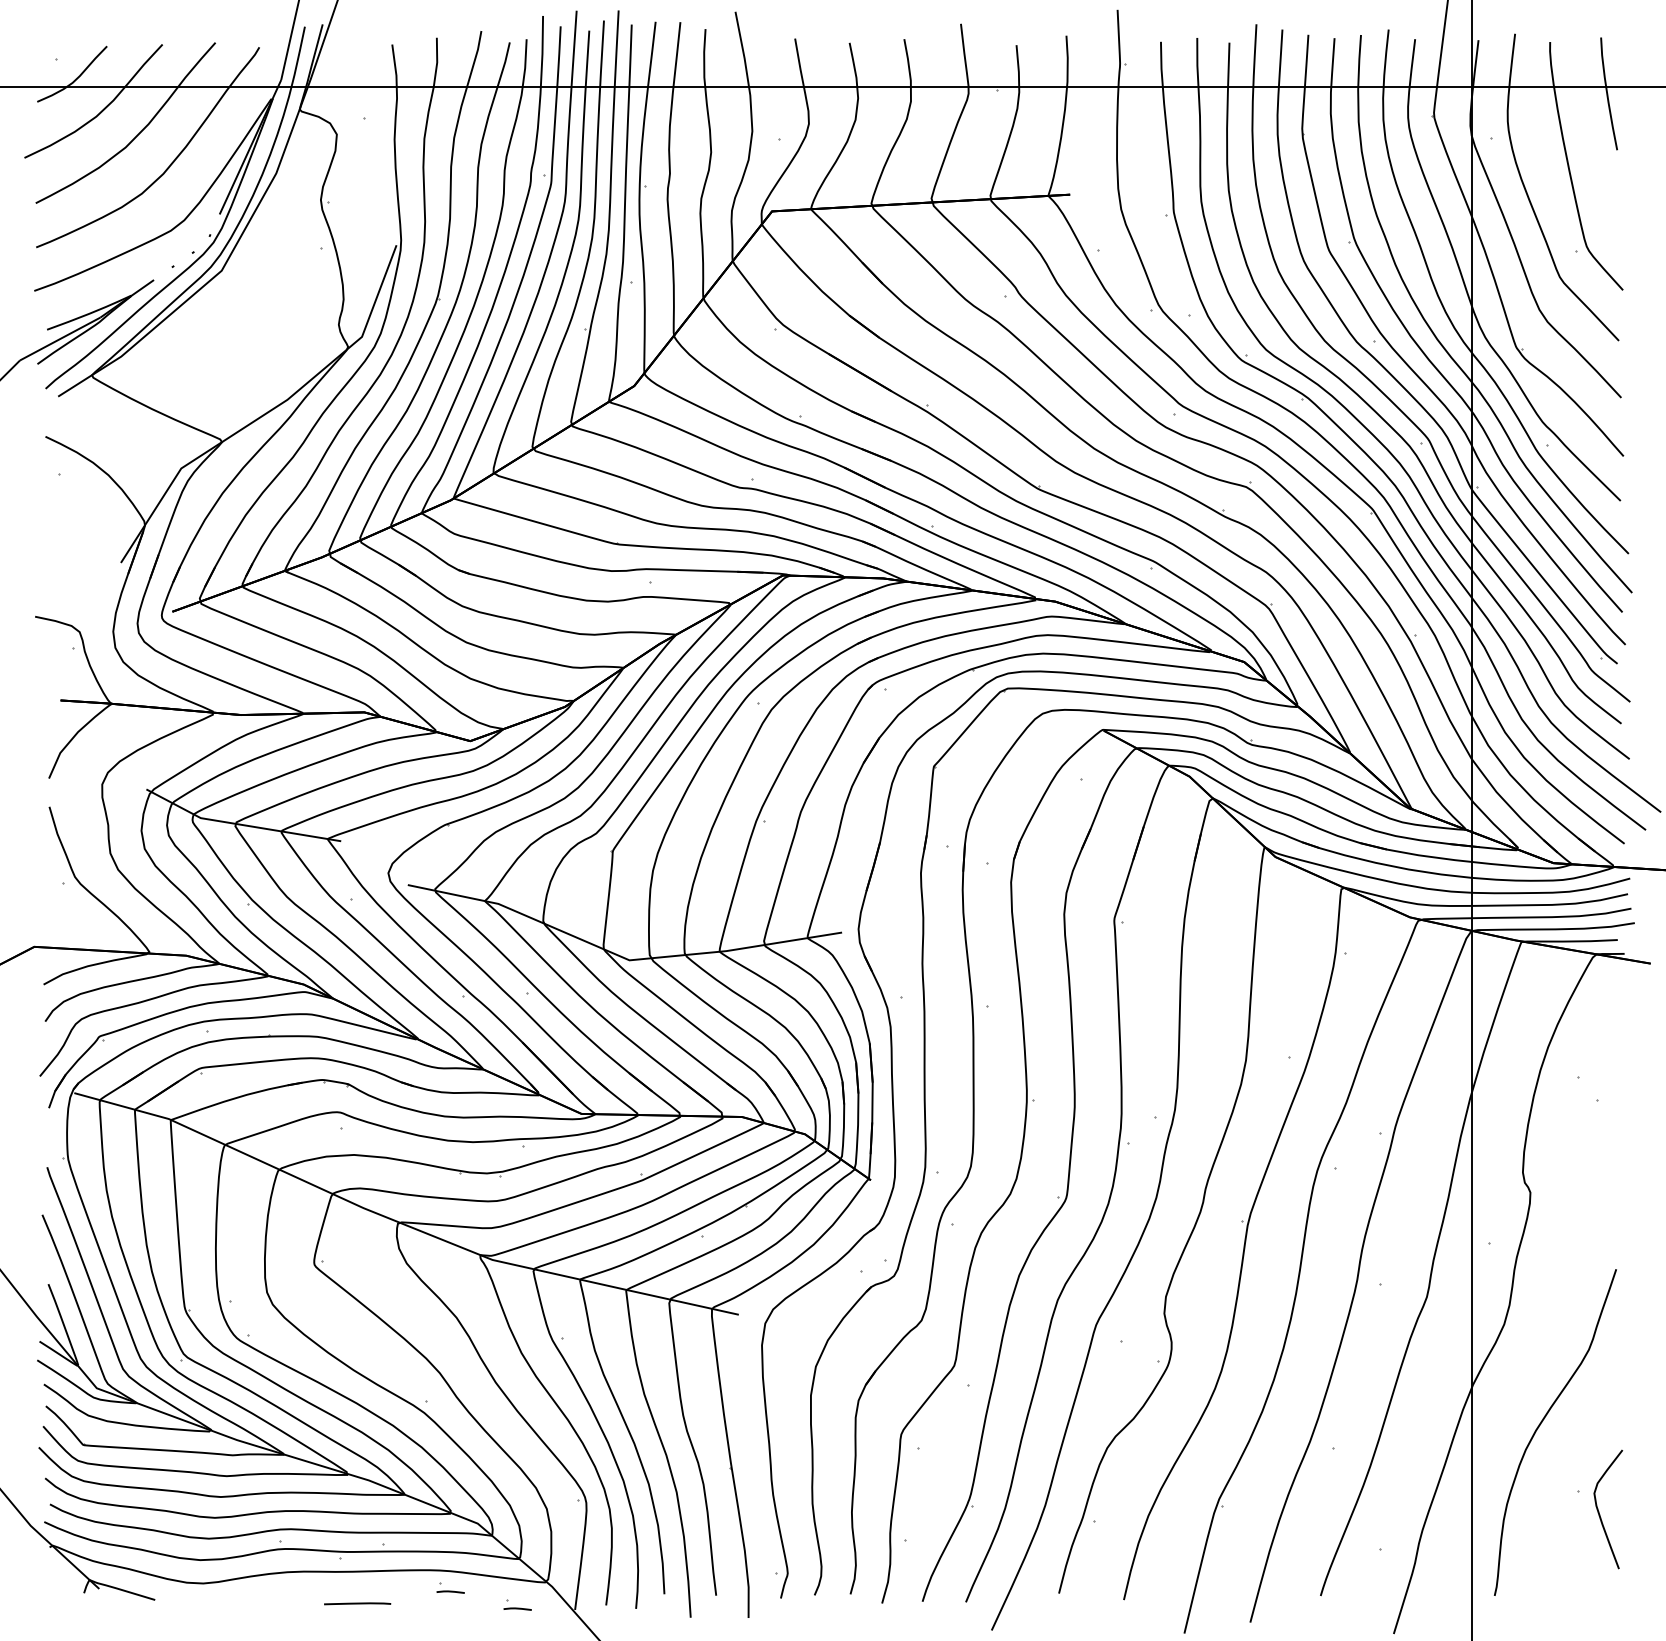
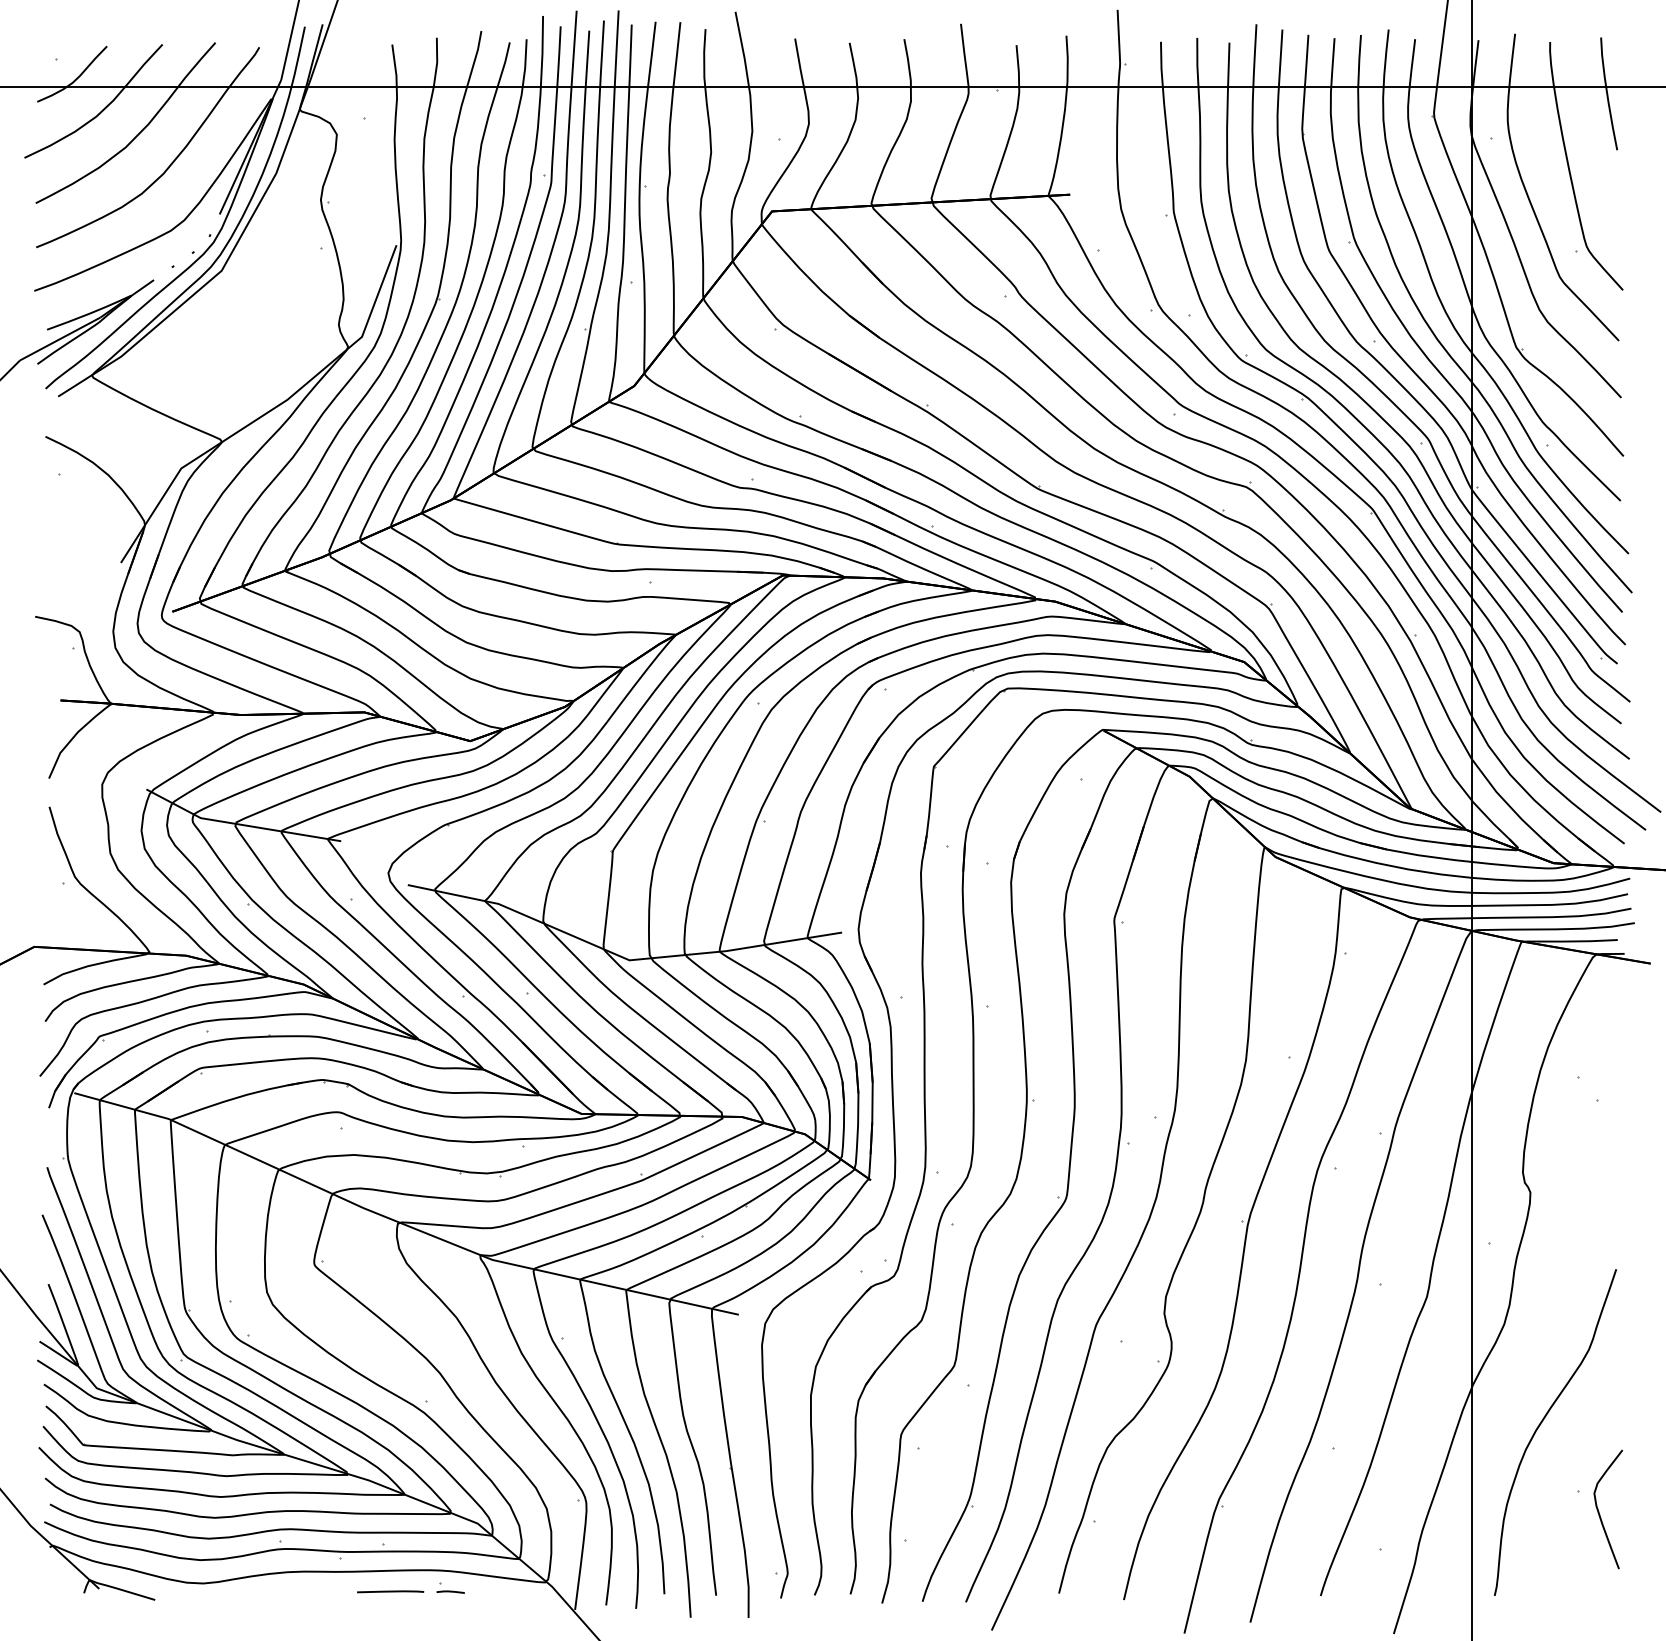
line at (357, 1603) position: (357, 1603) -> (390, 1591)
part at (517, 1604): present -> none
